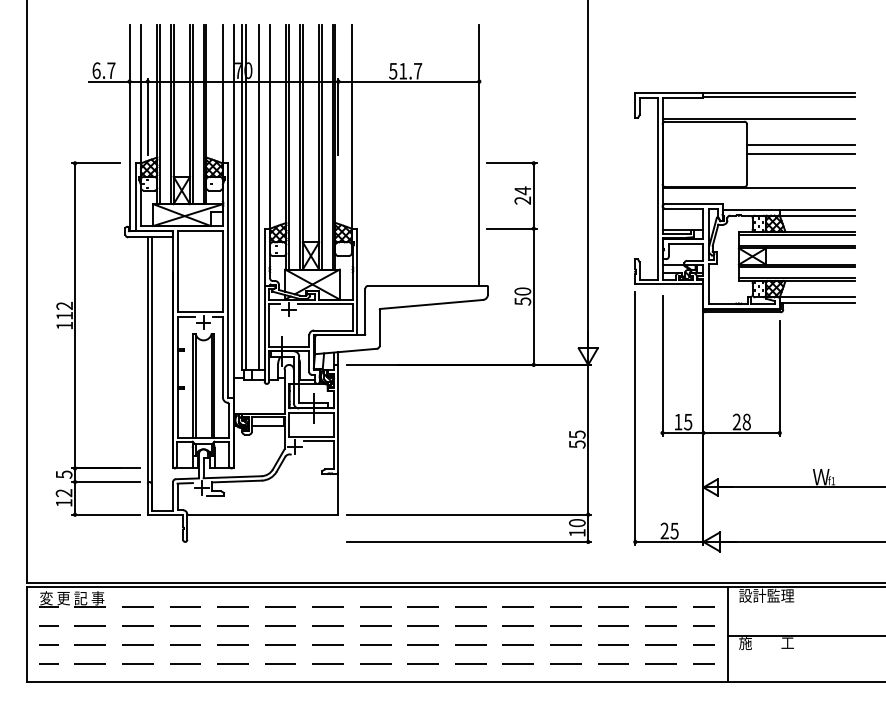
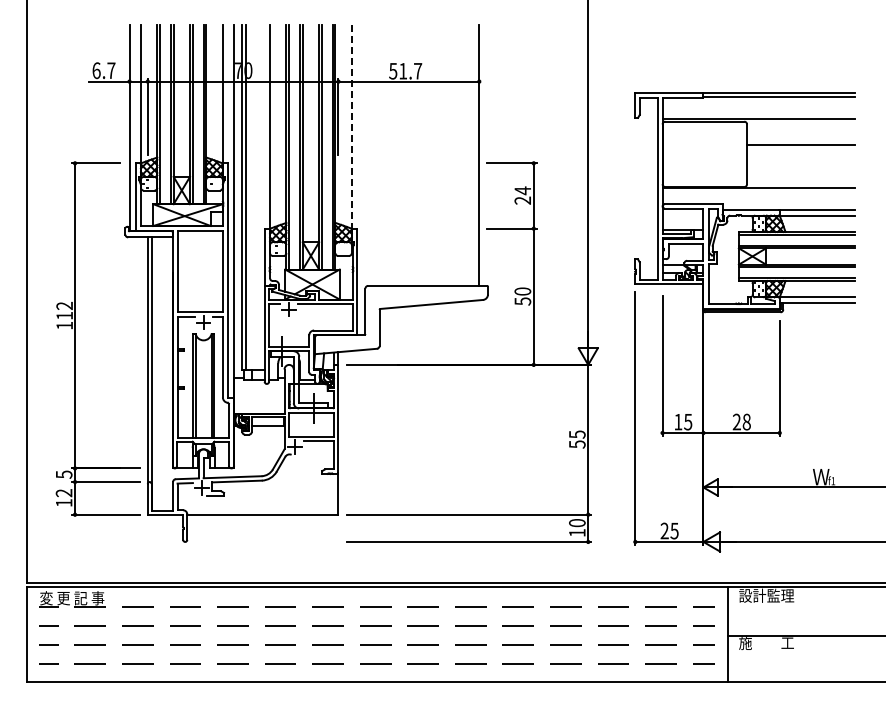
line at (351, 128): solid -> dashed
line at (801, 153): present -> none
line at (258, 197): present -> none
